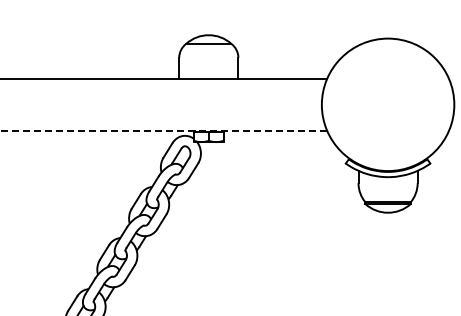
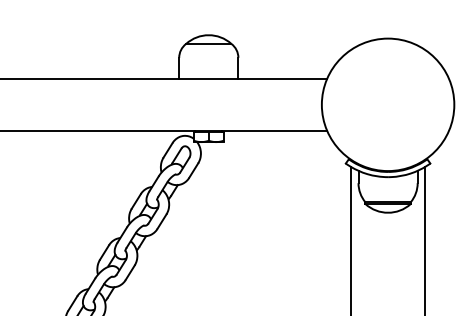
line at (163, 130): dashed -> solid
line at (351, 239): none -> present
line at (424, 239): none -> present
